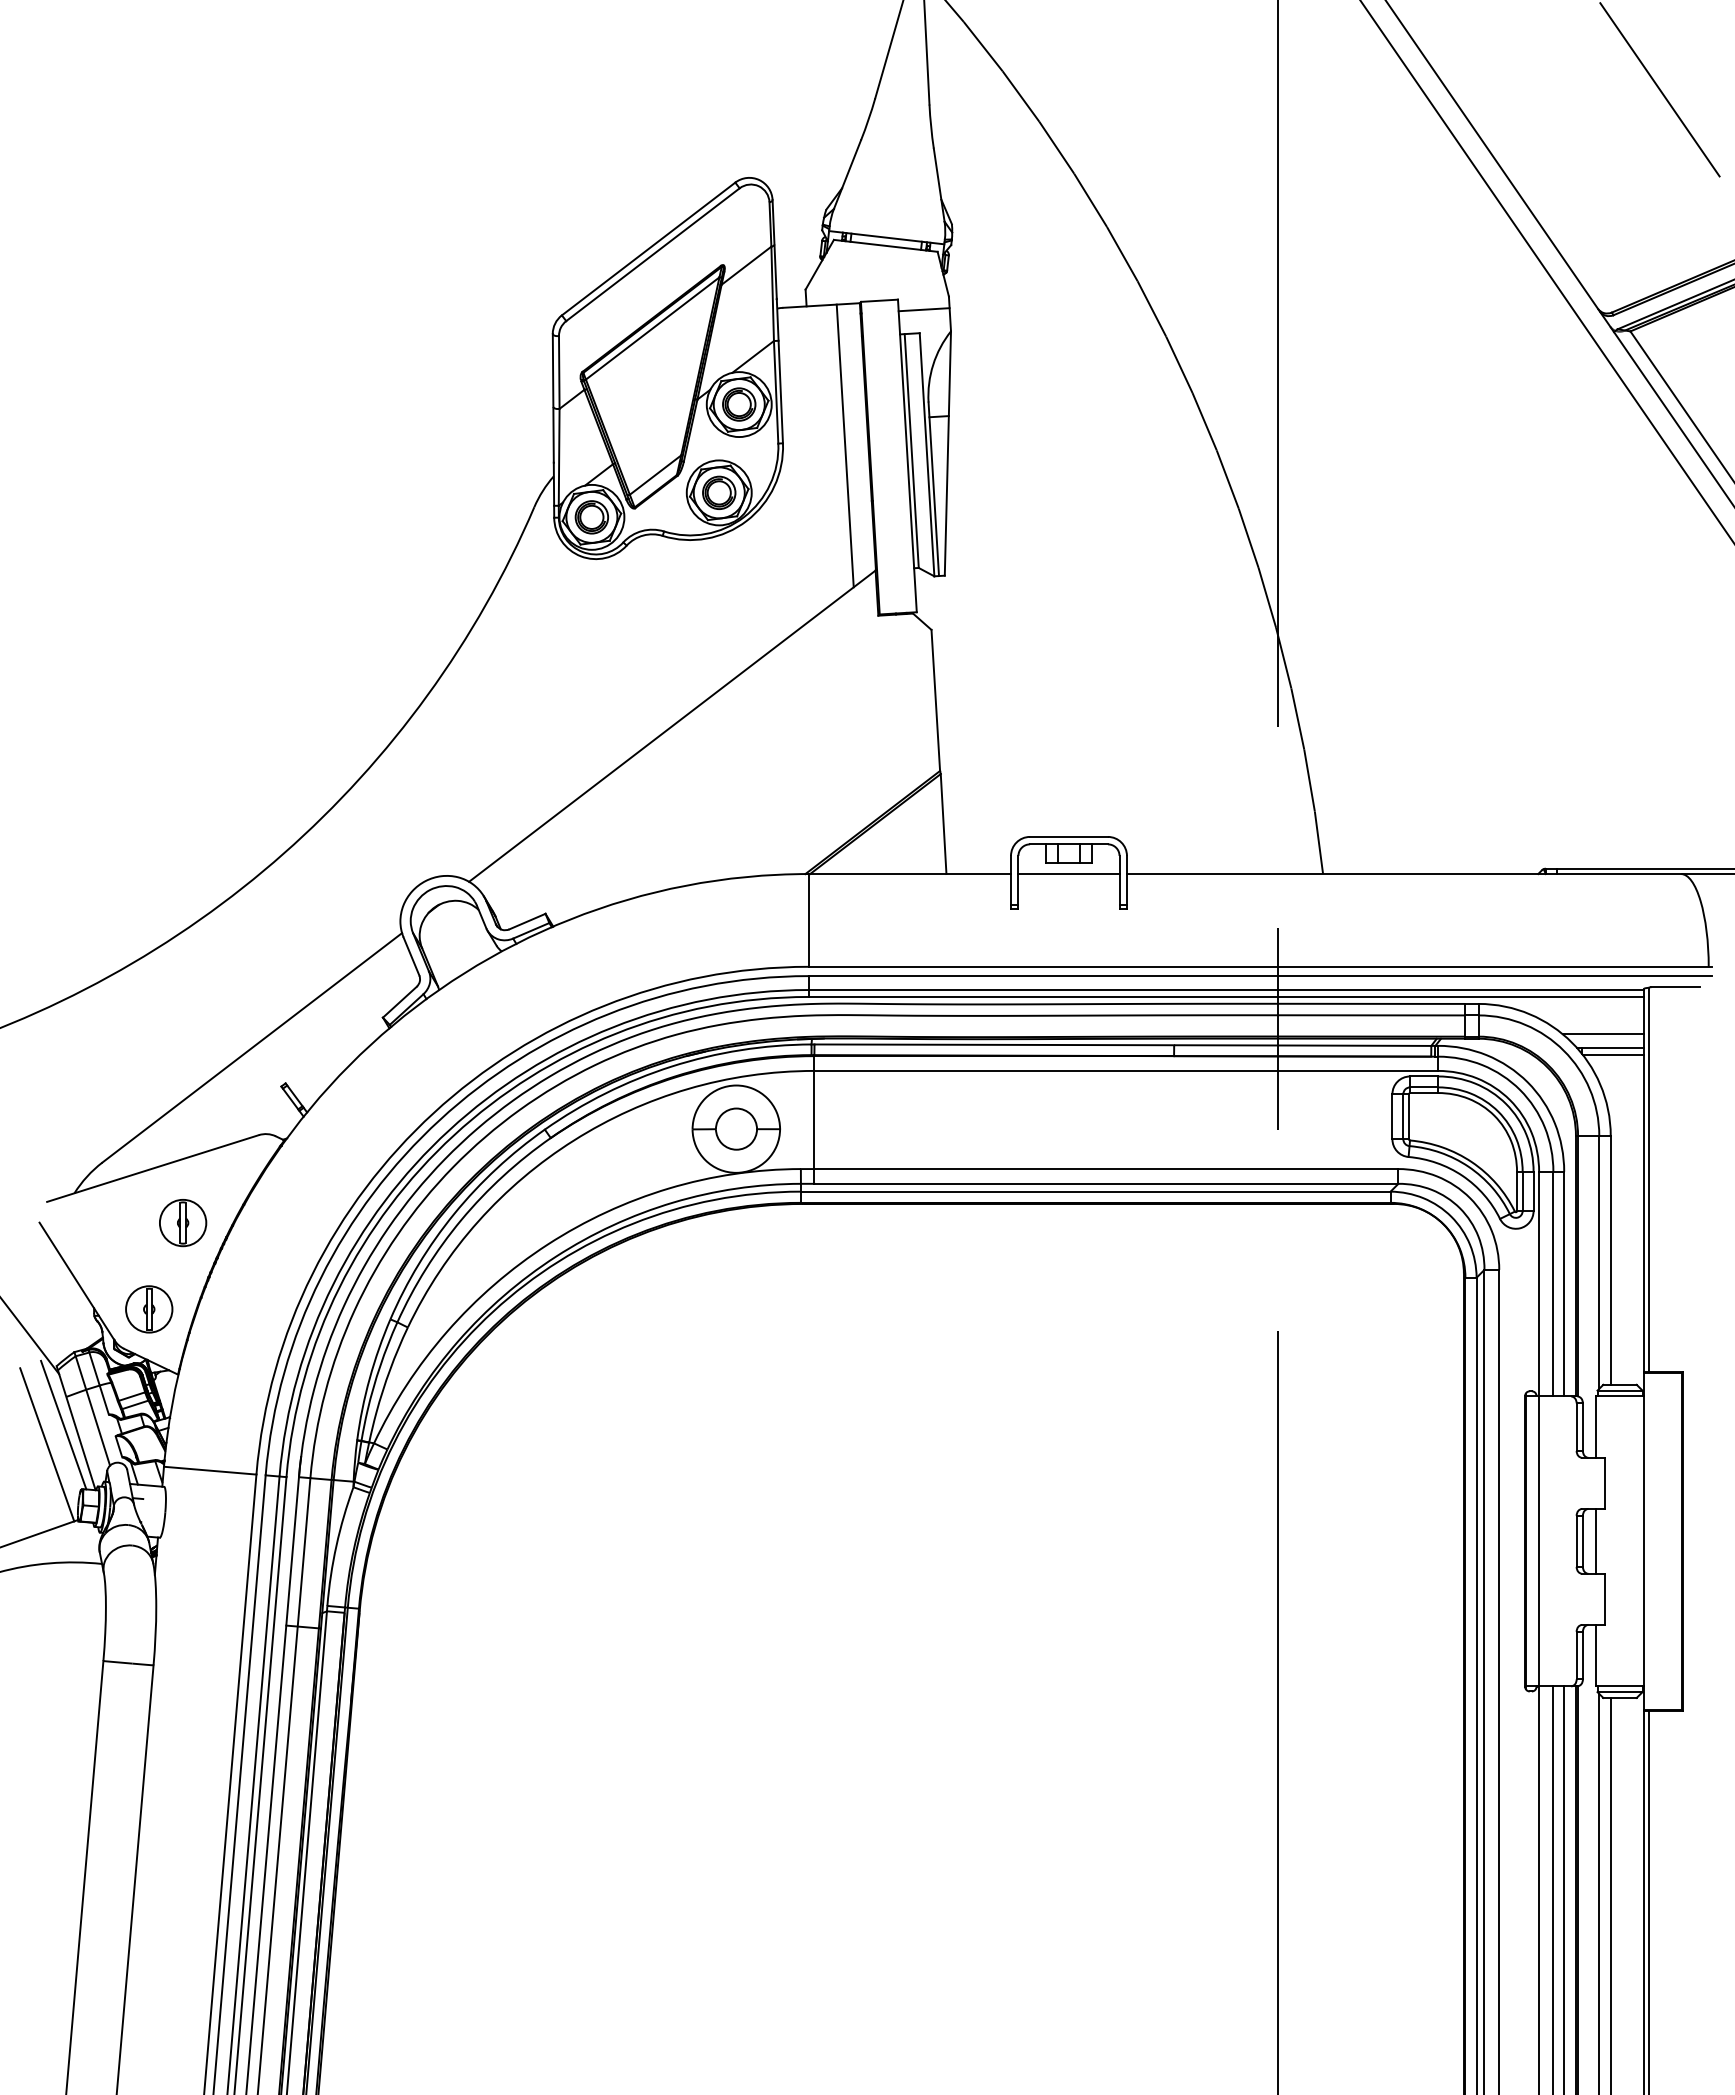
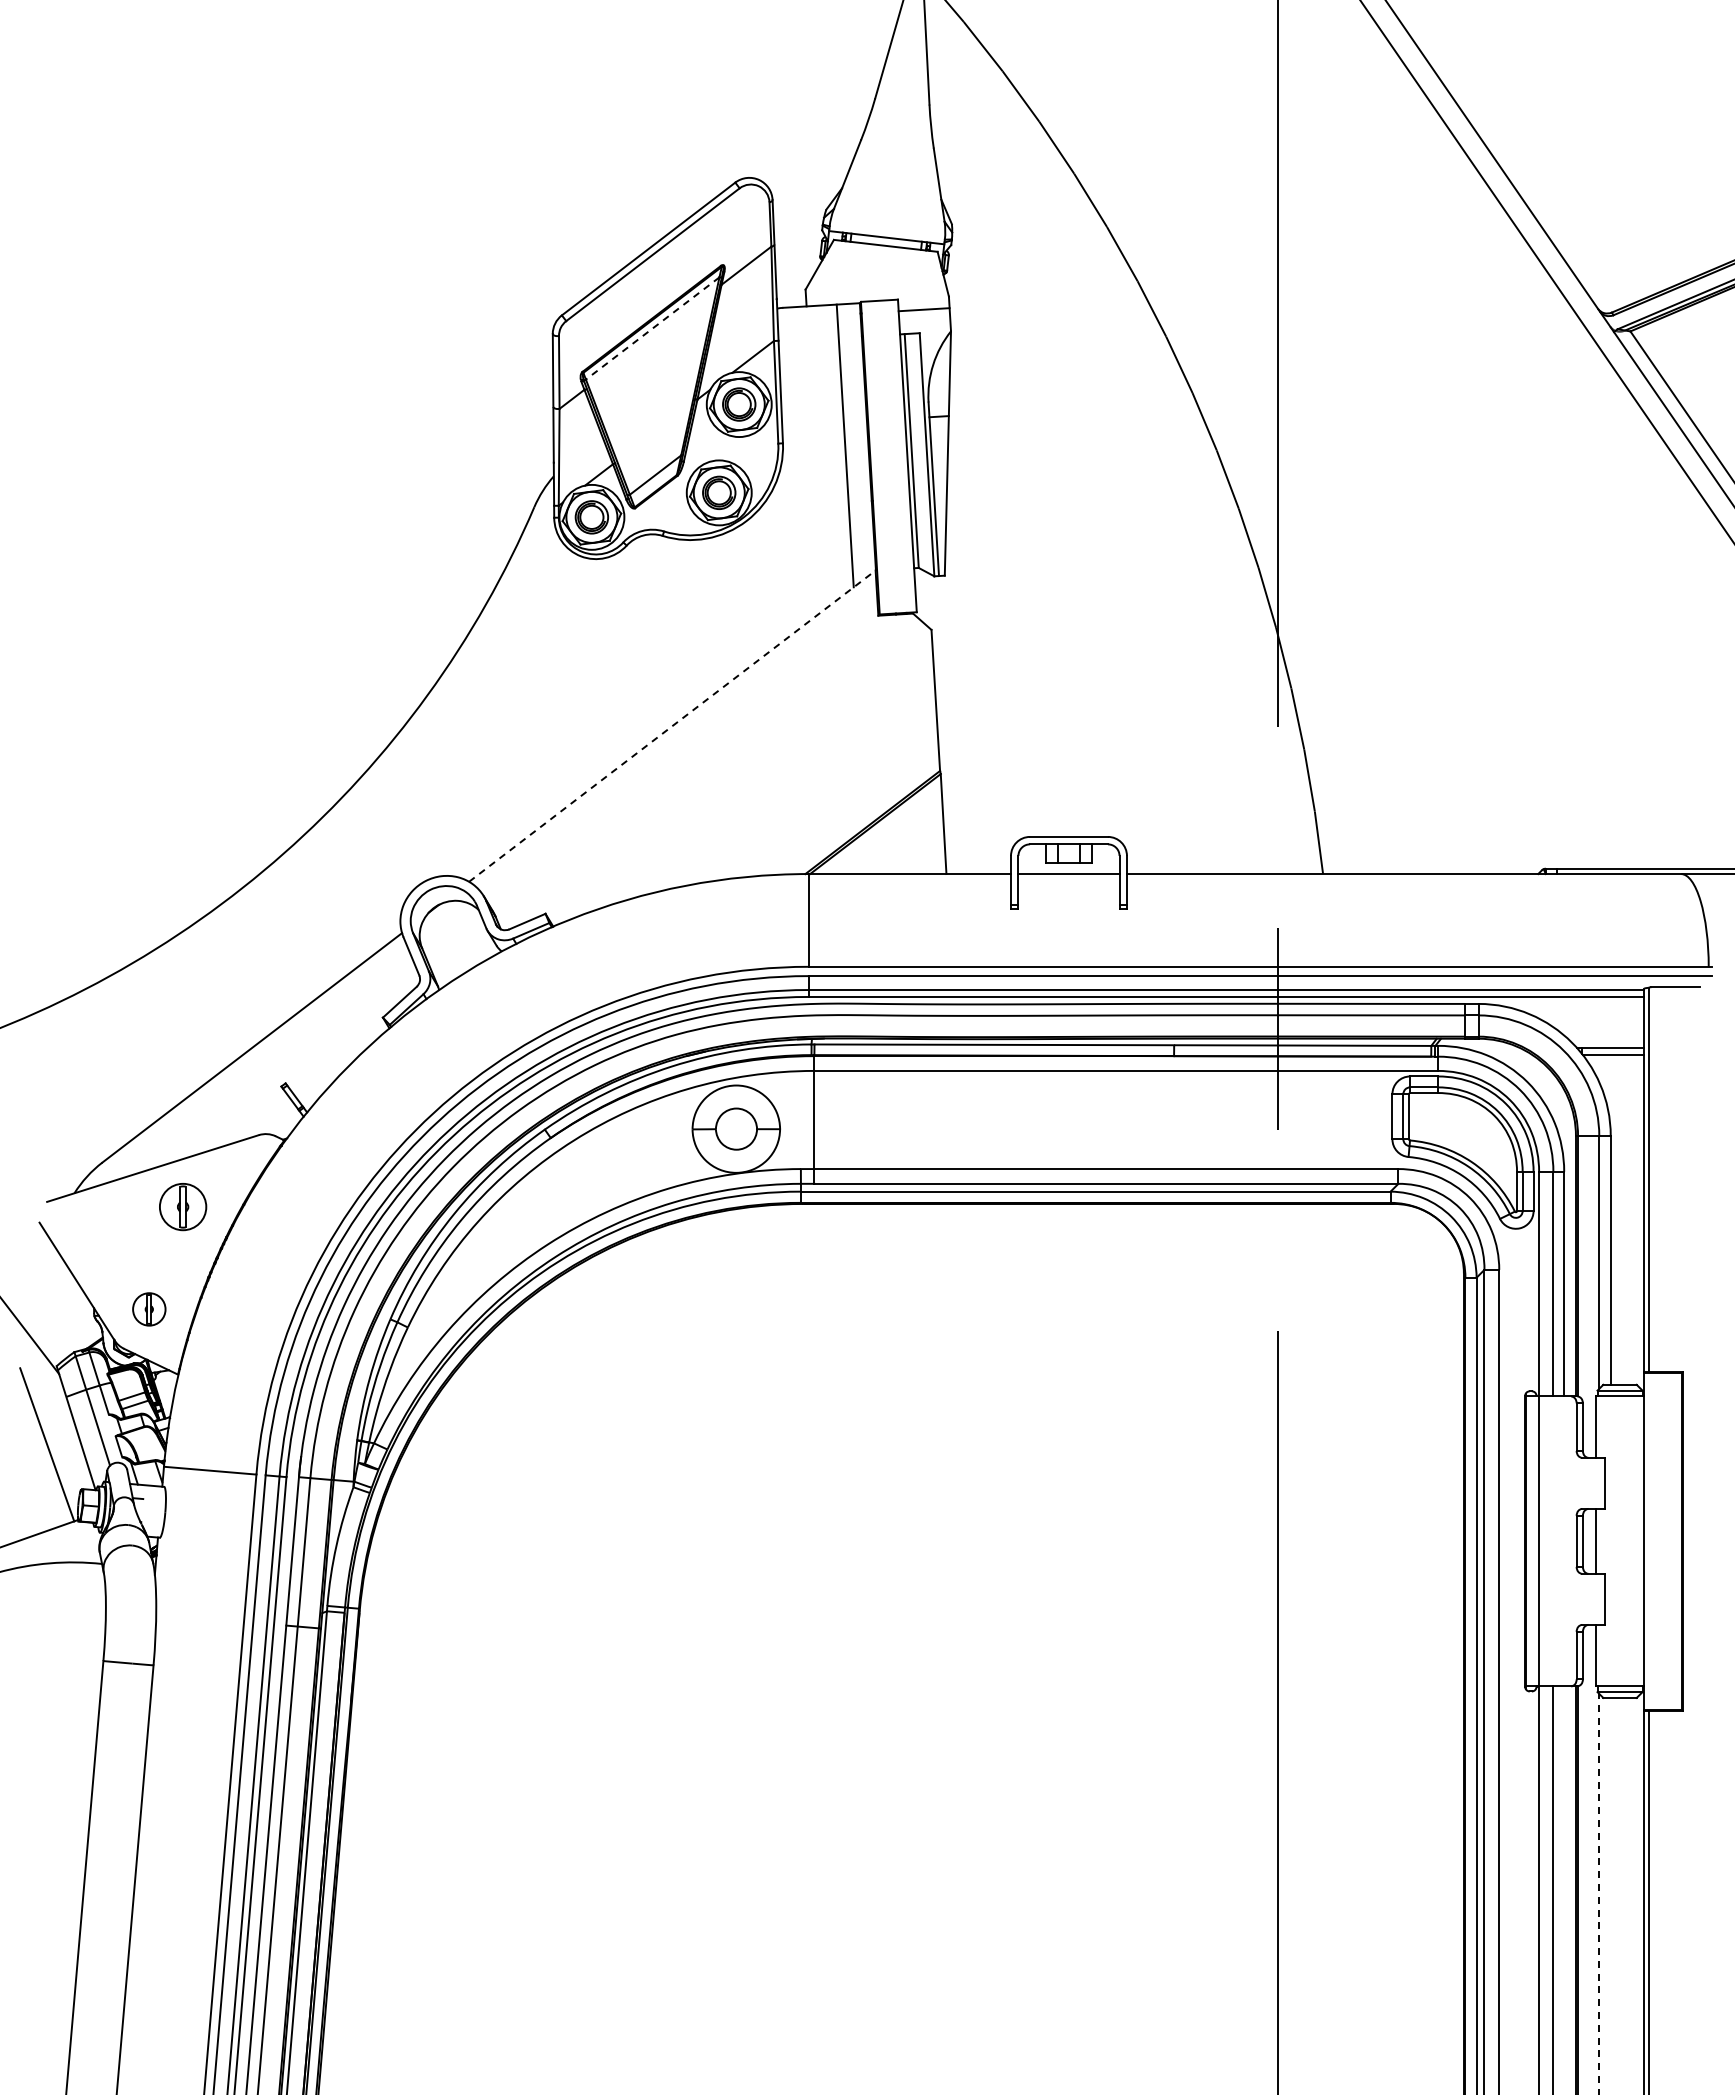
line at (1659, 89): present -> none
line at (652, 328): solid -> dashed
line at (672, 725): solid -> dashed
line at (1603, 1034): present -> none
part at (183, 1223) position: (183, 1223) -> (183, 1207)
part at (149, 1309) size: 49x49 px -> 35x35 px
line at (63, 1424): present -> none
line at (1564, 1888): present -> none
line at (1599, 1893): solid -> dashed
line at (1610, 1894): present -> none
